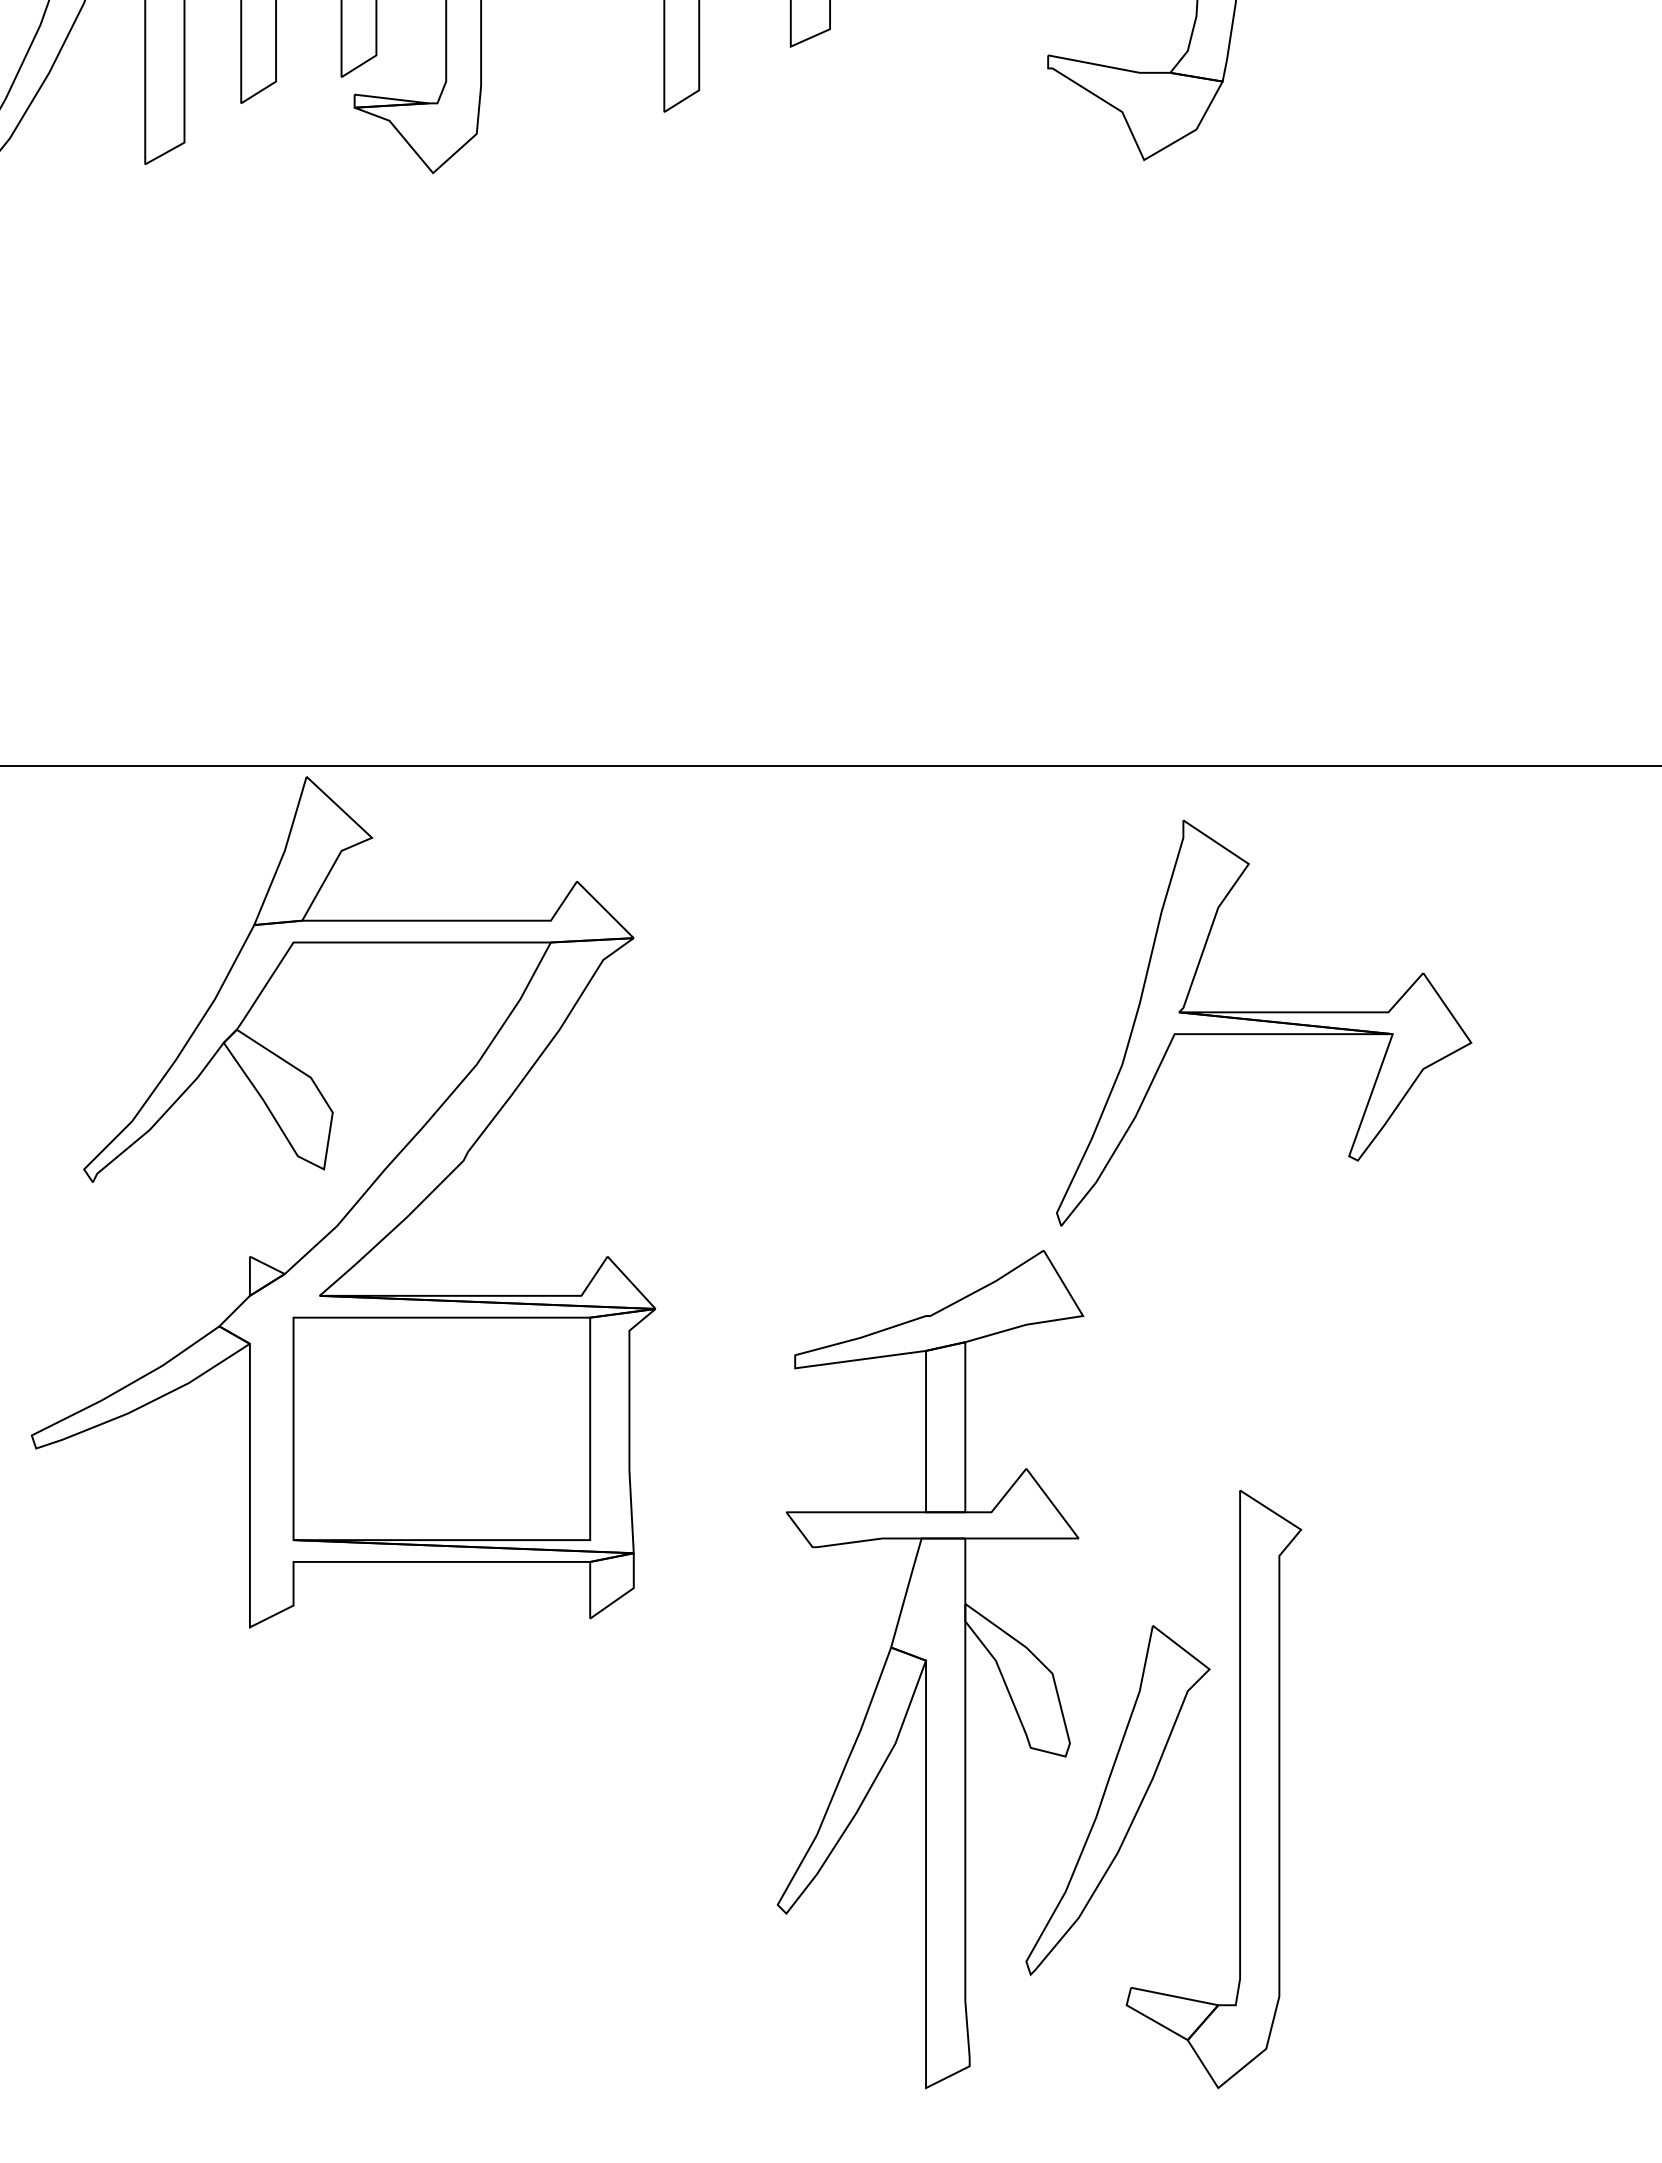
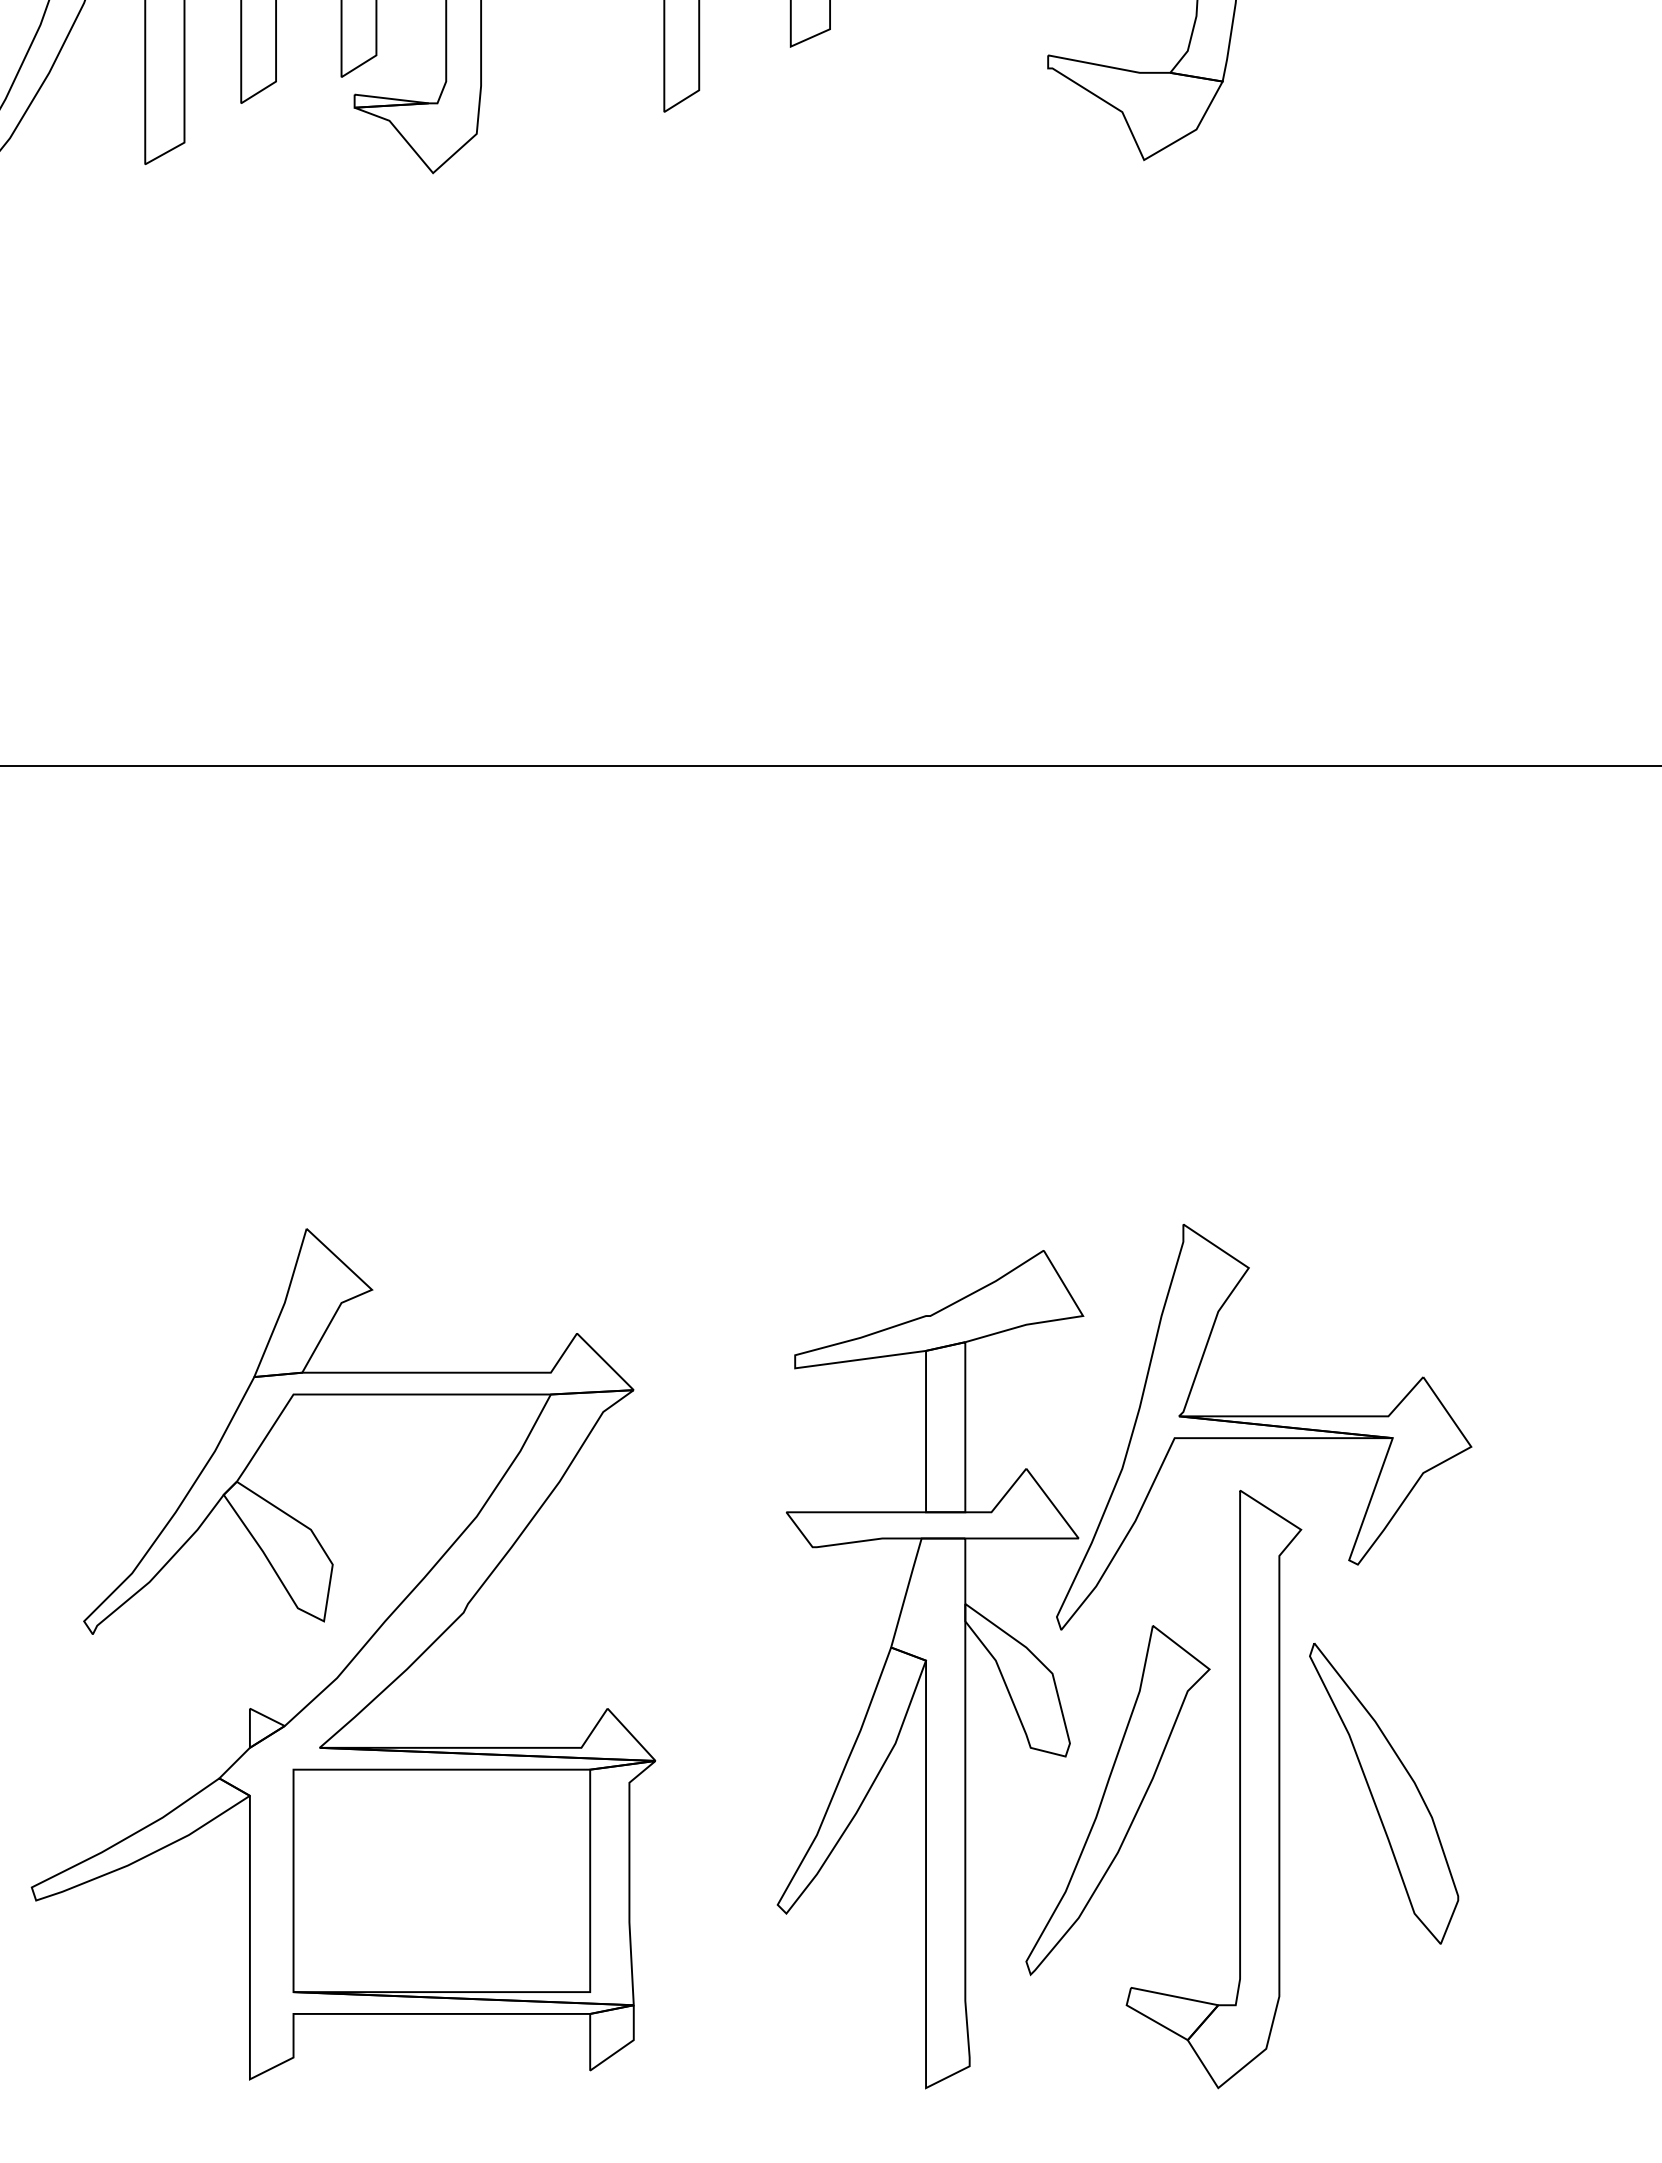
part at (1264, 1023) position: (1264, 1023) -> (1264, 1427)
part at (350, 1208) position: (350, 1208) -> (350, 1660)
part at (1384, 1793): none -> present
